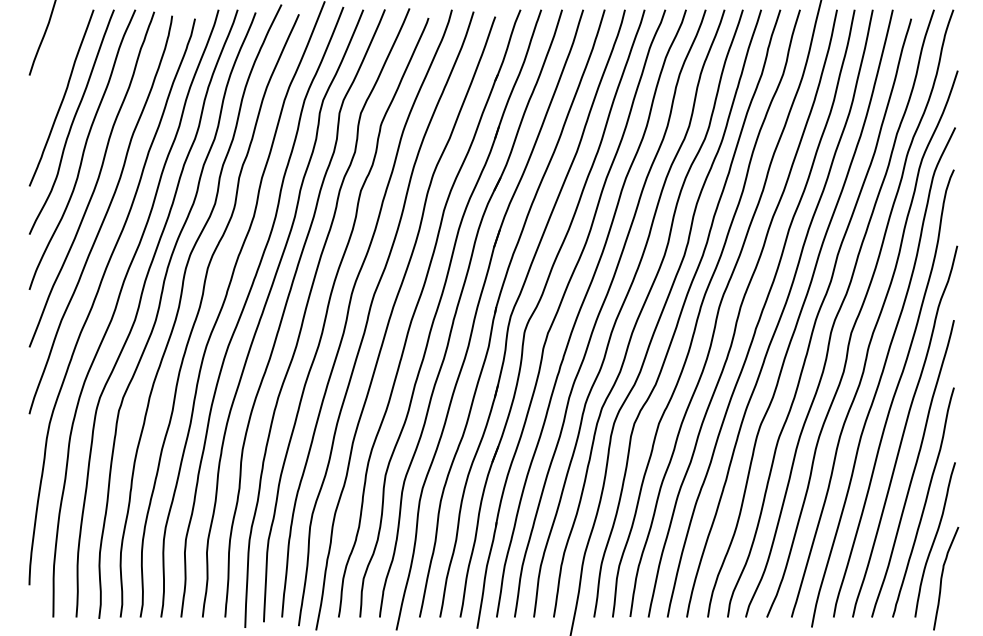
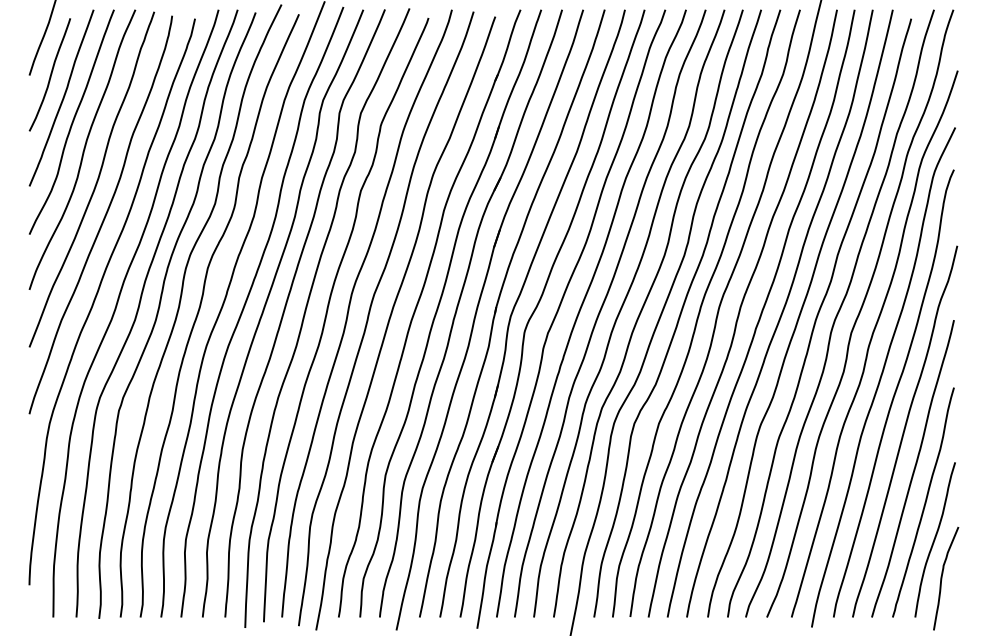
curve at (50, 74): none -> present
